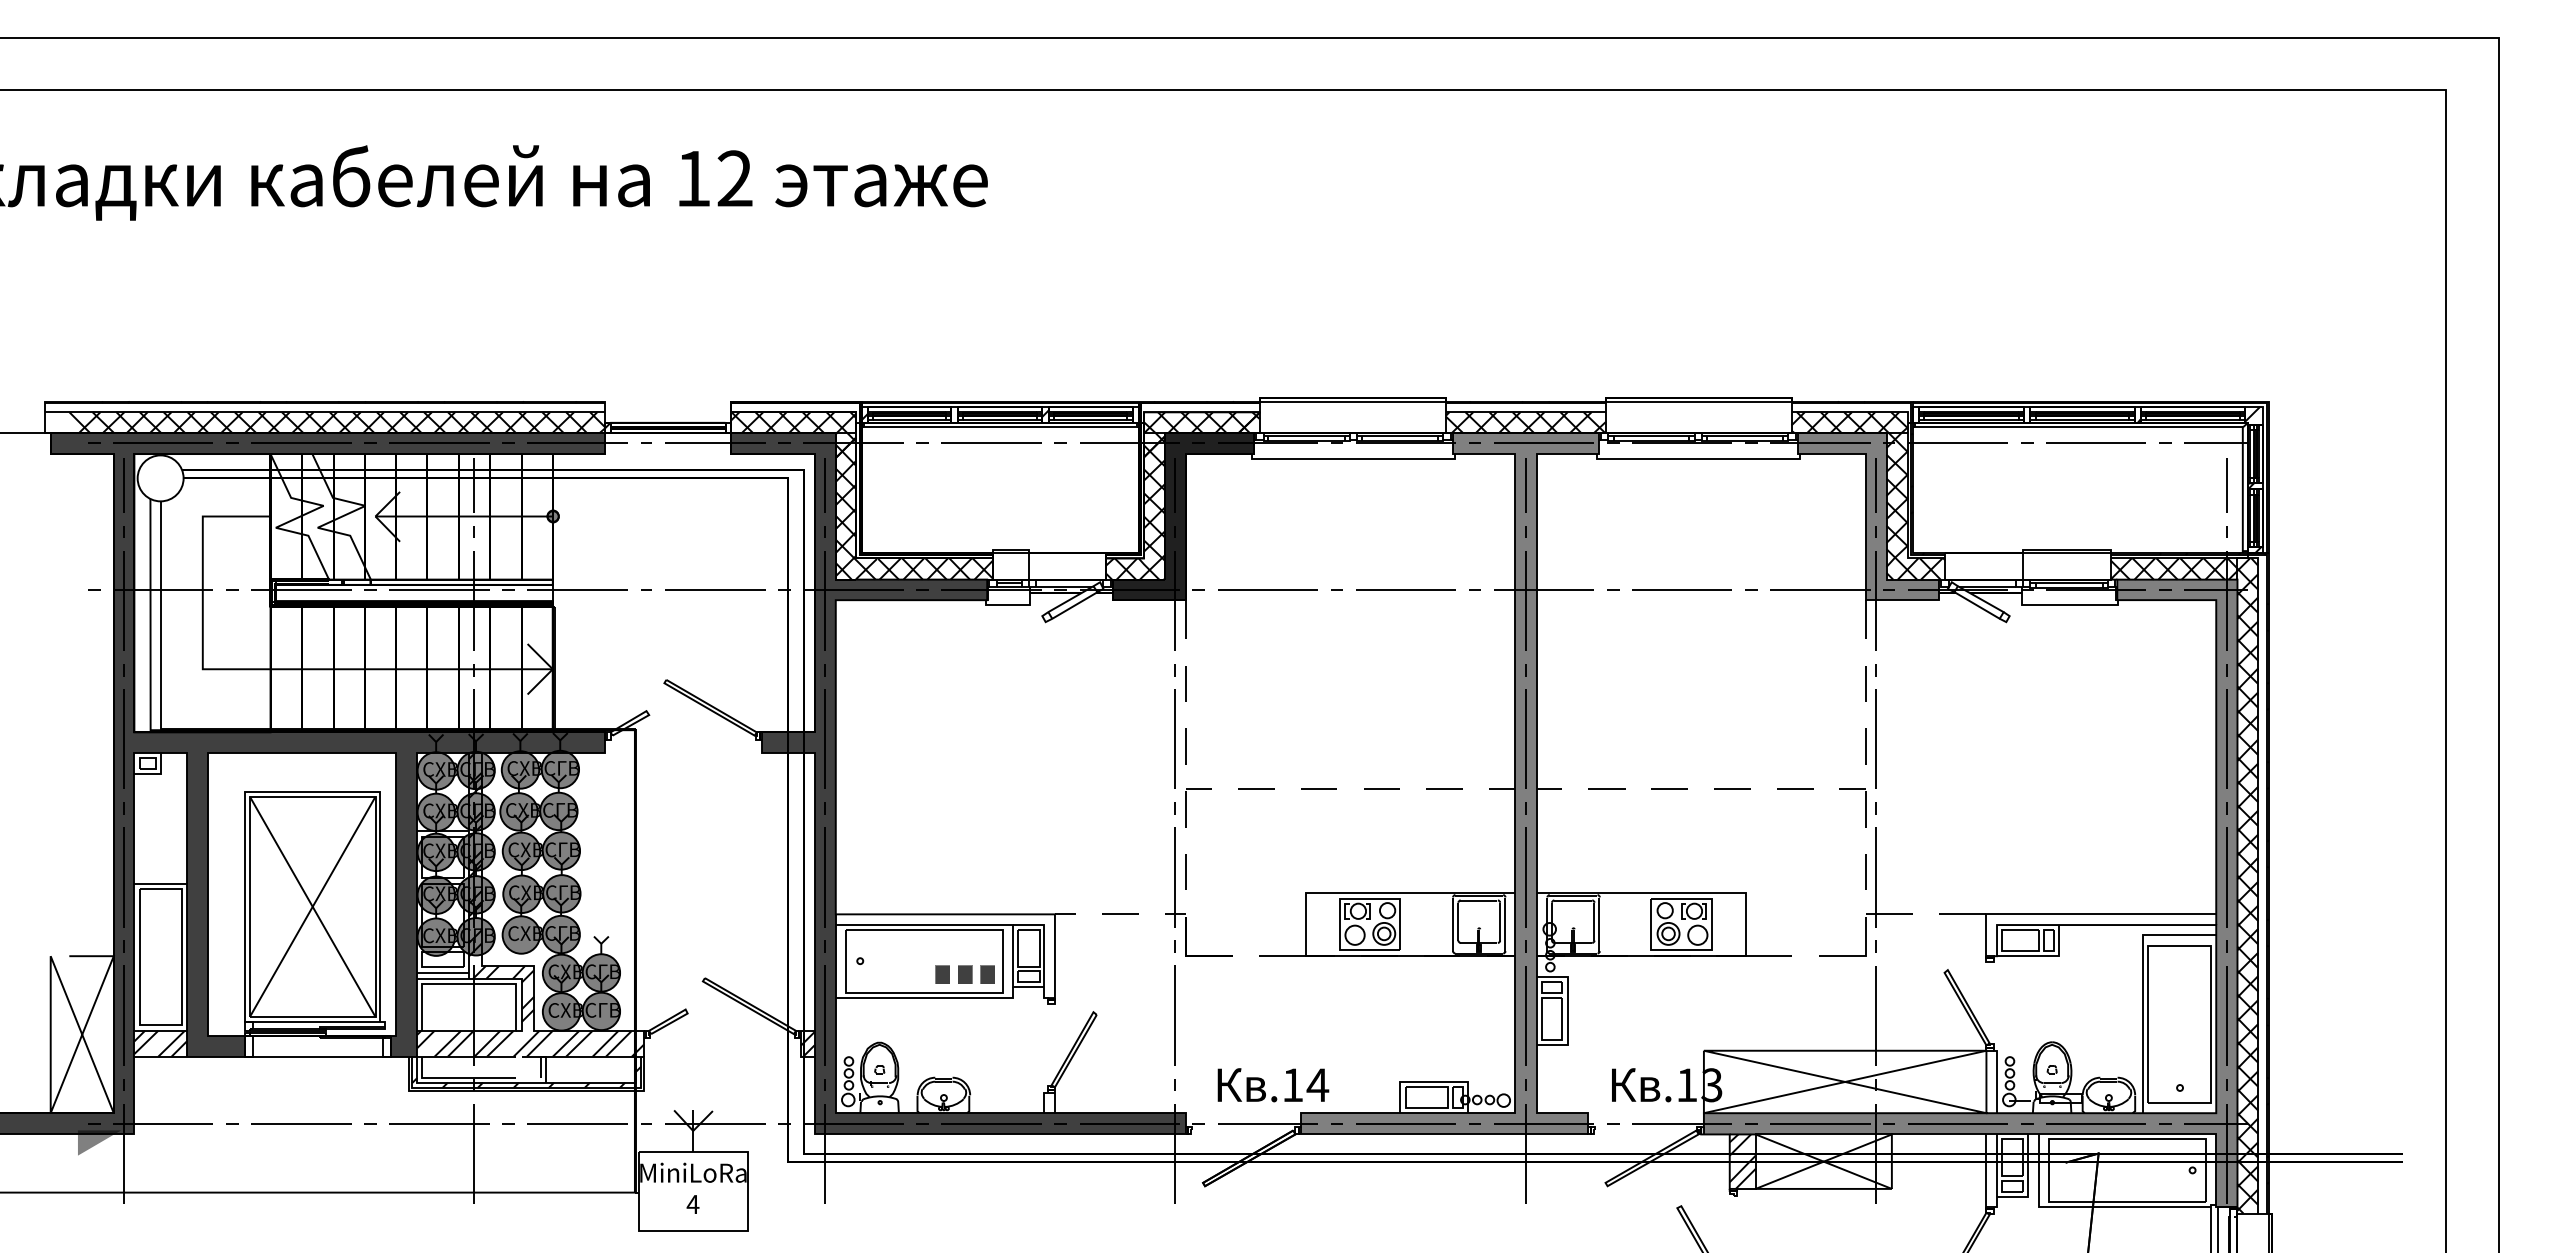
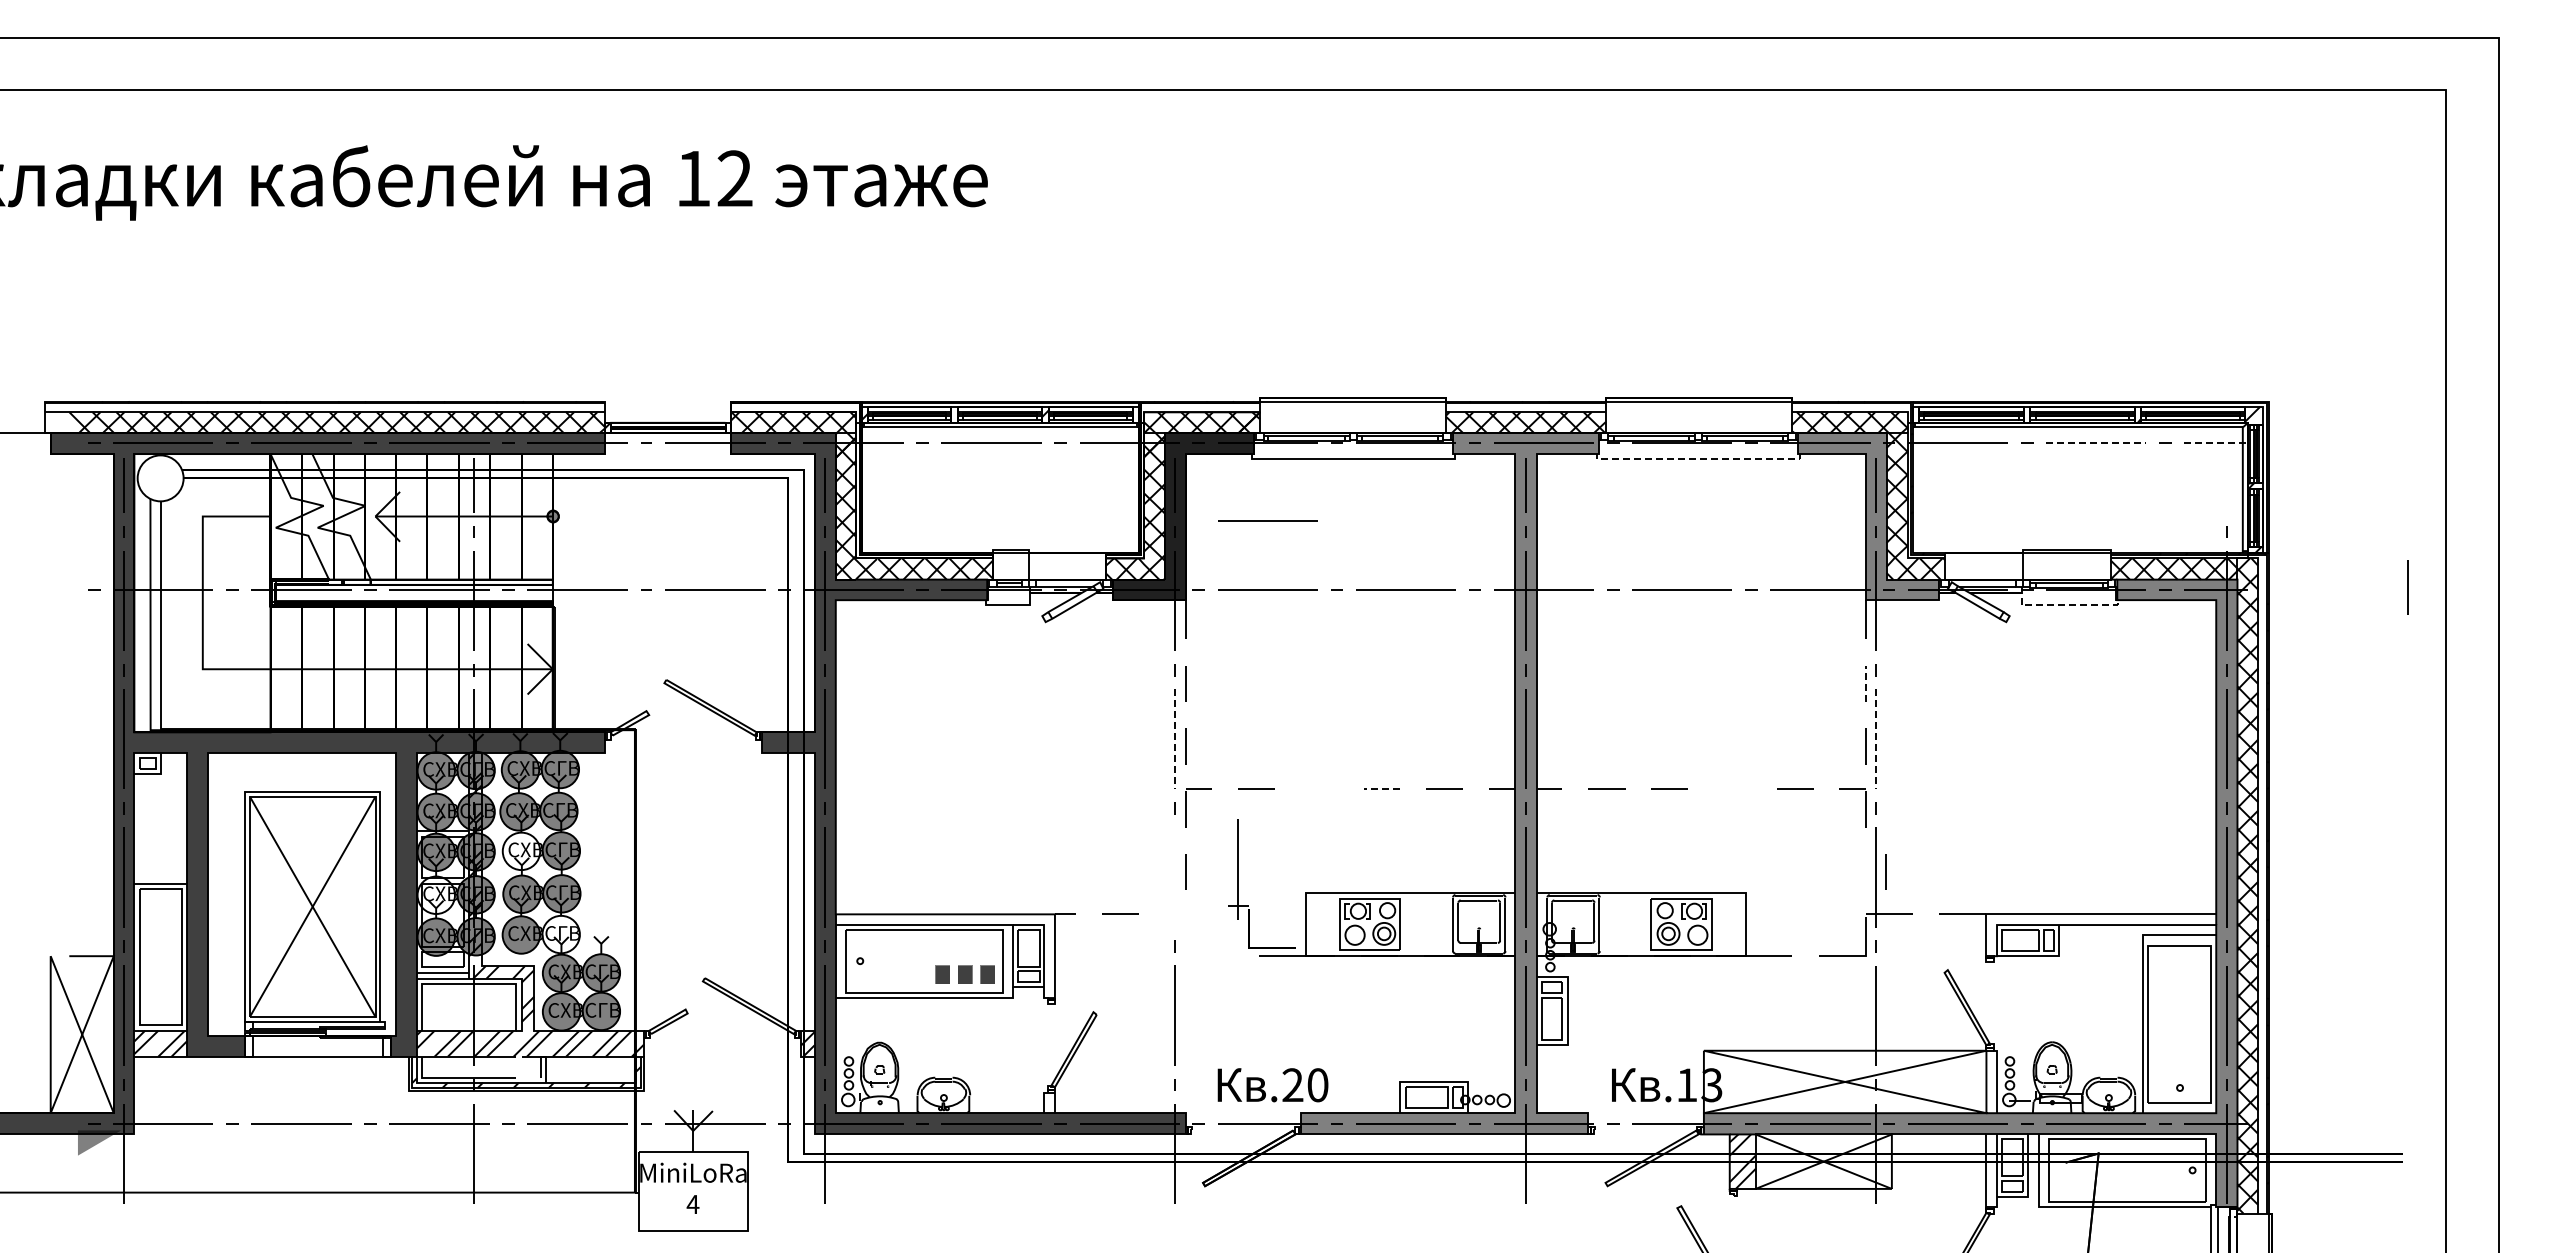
line at (2096, 443): solid -> dashed
line at (2216, 443): solid -> dashed
line at (1698, 459): solid -> dashed
line at (2226, 485) position: (2226, 485) -> (2407, 587)
line at (1267, 520): none -> present
line at (2063, 605): solid -> dashed
line at (1865, 683): solid -> dashed
line at (1175, 739): solid -> dashed
line at (1875, 739): solid -> dashed
line at (1318, 788): present -> none
line at (1381, 788): solid -> dashed
line at (1732, 788): present -> none
fill at (521, 851): present -> none
line at (1865, 871) position: (1865, 871) -> (1885, 871)
part at (1175, 891) position: (1175, 891) -> (1238, 883)
fill at (435, 895): present -> none
fill at (560, 934): present -> none
text at (1305, 1085): .14 -> .20
